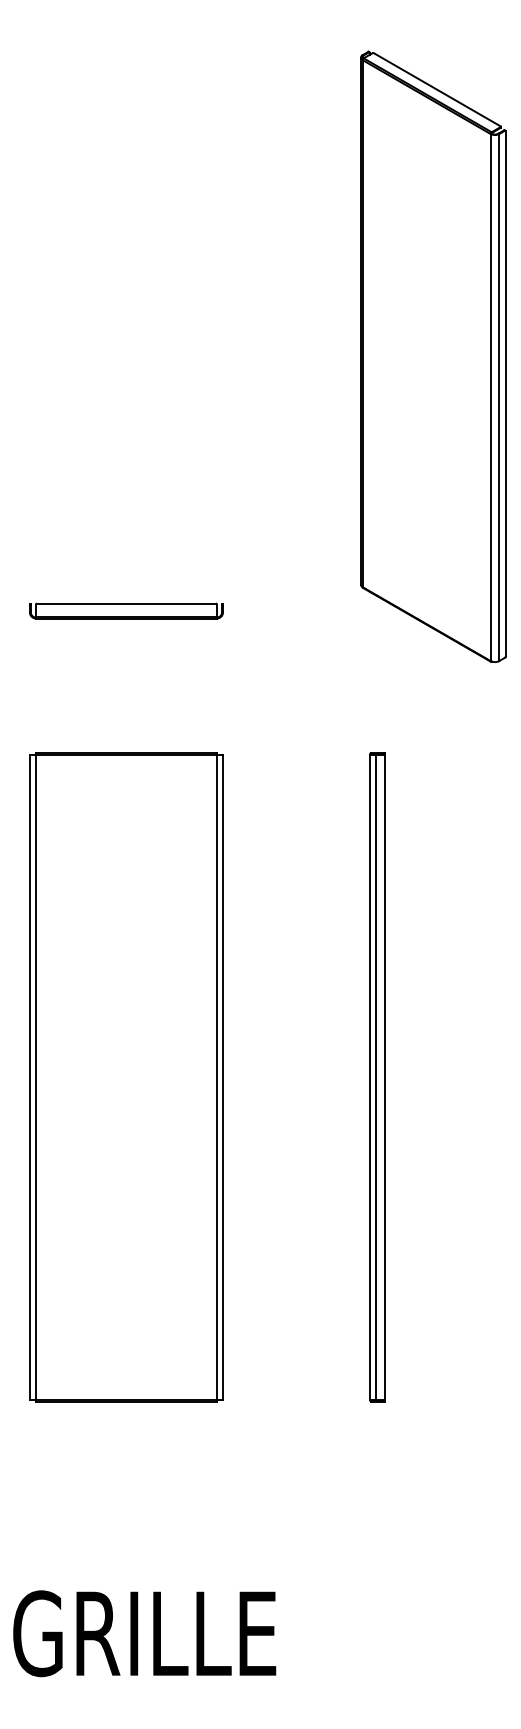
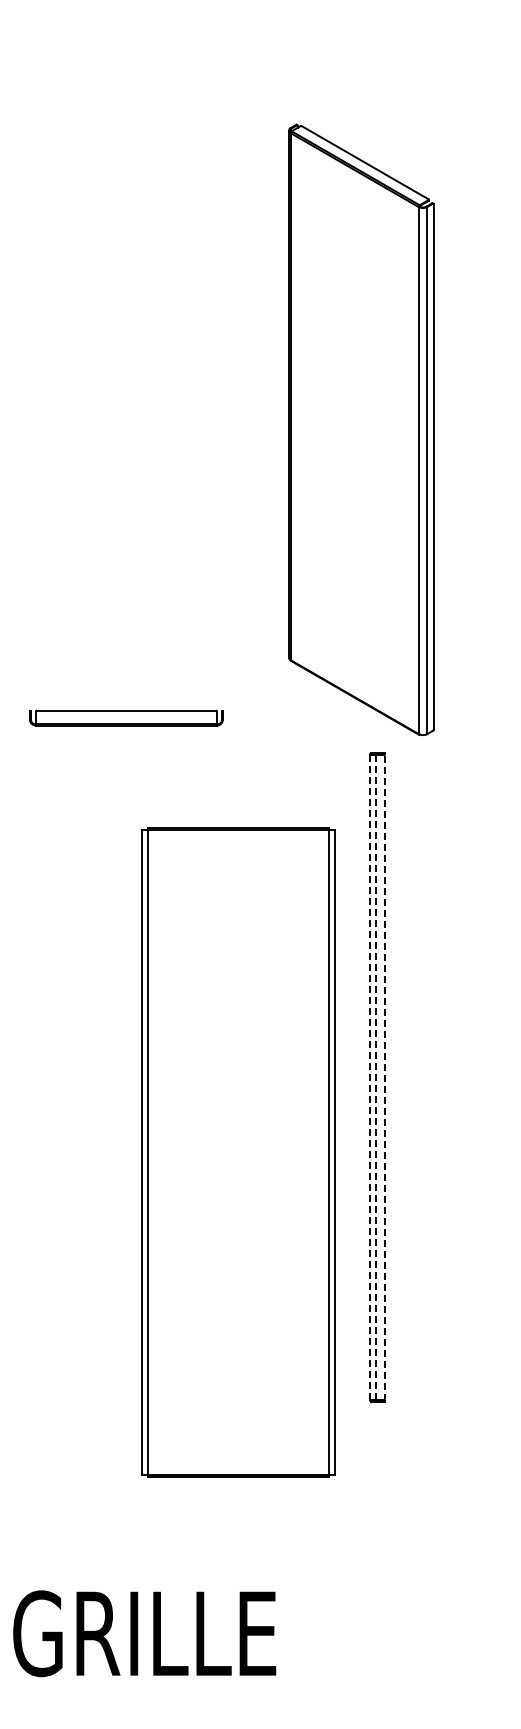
part at (433, 356) position: (433, 356) -> (361, 429)
part at (126, 610) position: (126, 610) -> (126, 717)
part at (126, 1077) position: (126, 1077) -> (238, 1152)
line at (369, 1077): solid -> dashed
line at (375, 1077): solid -> dashed
line at (384, 1077): solid -> dashed
